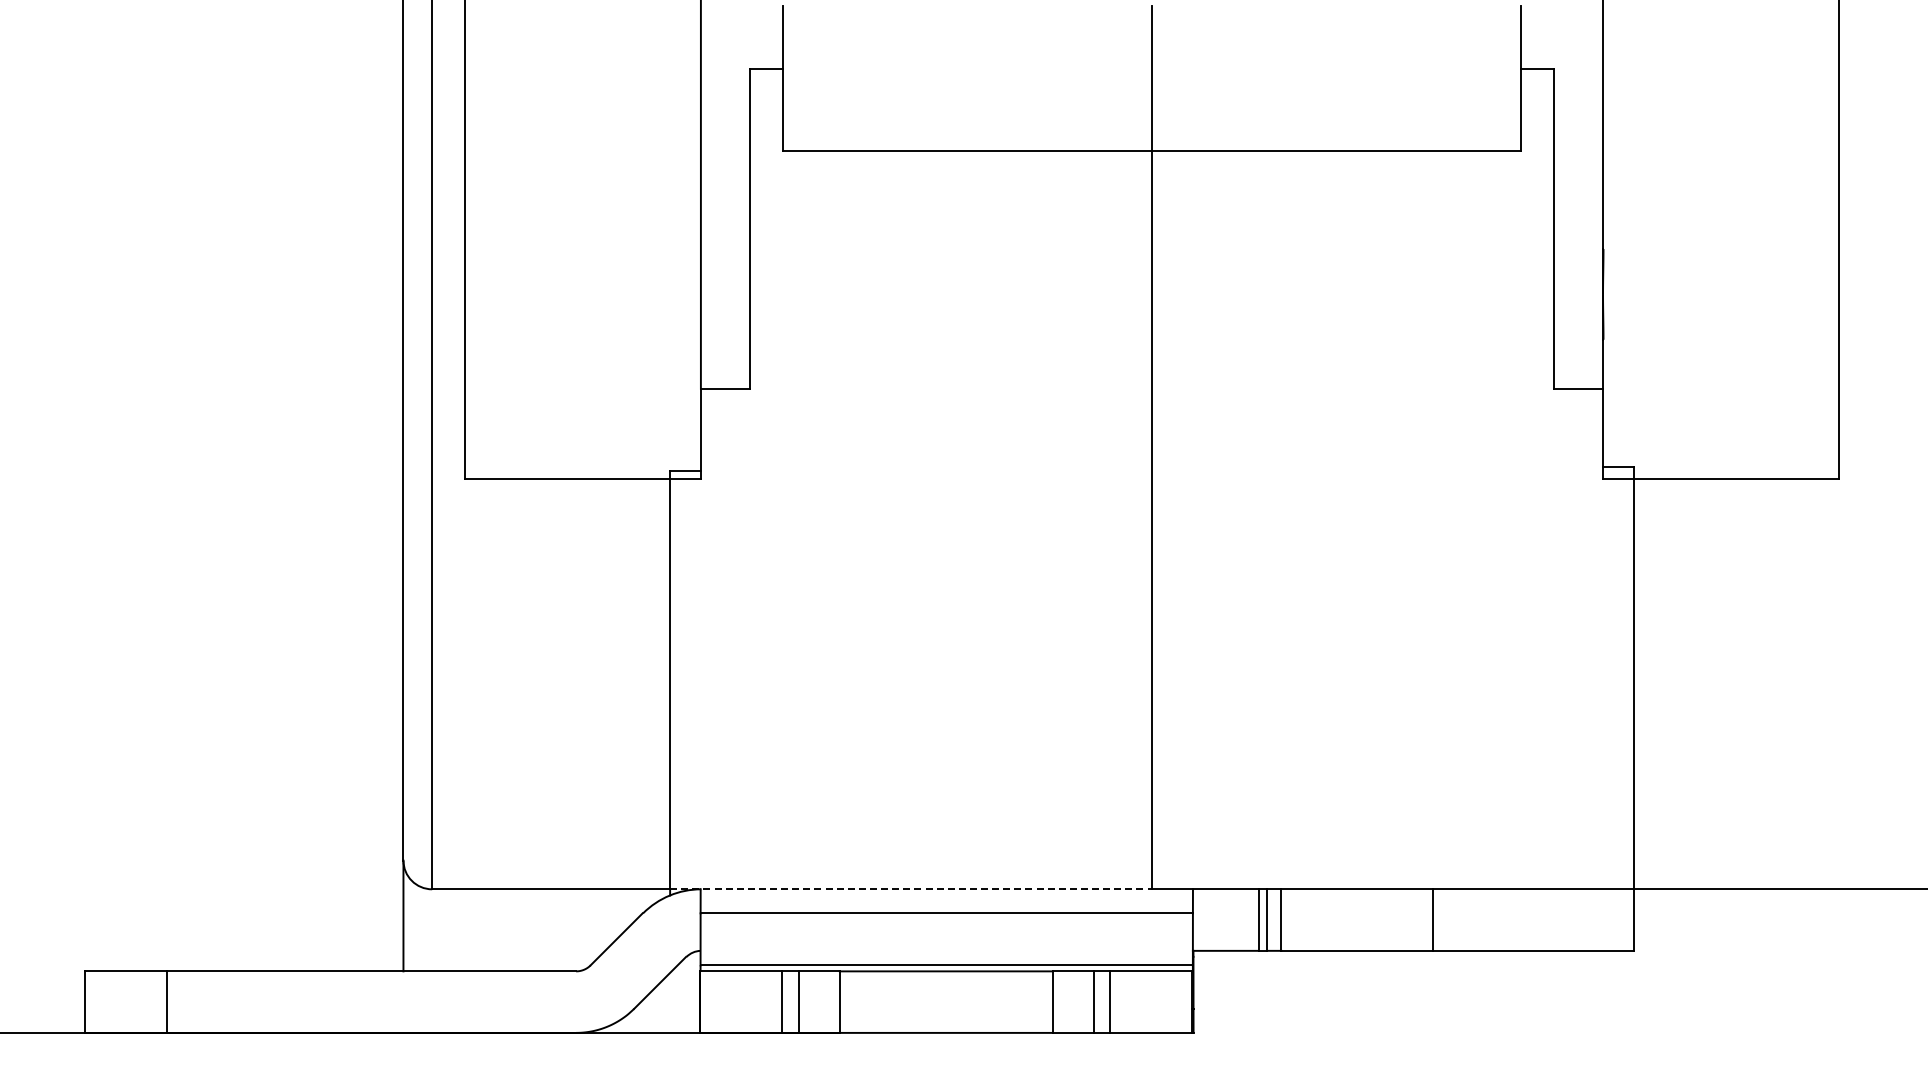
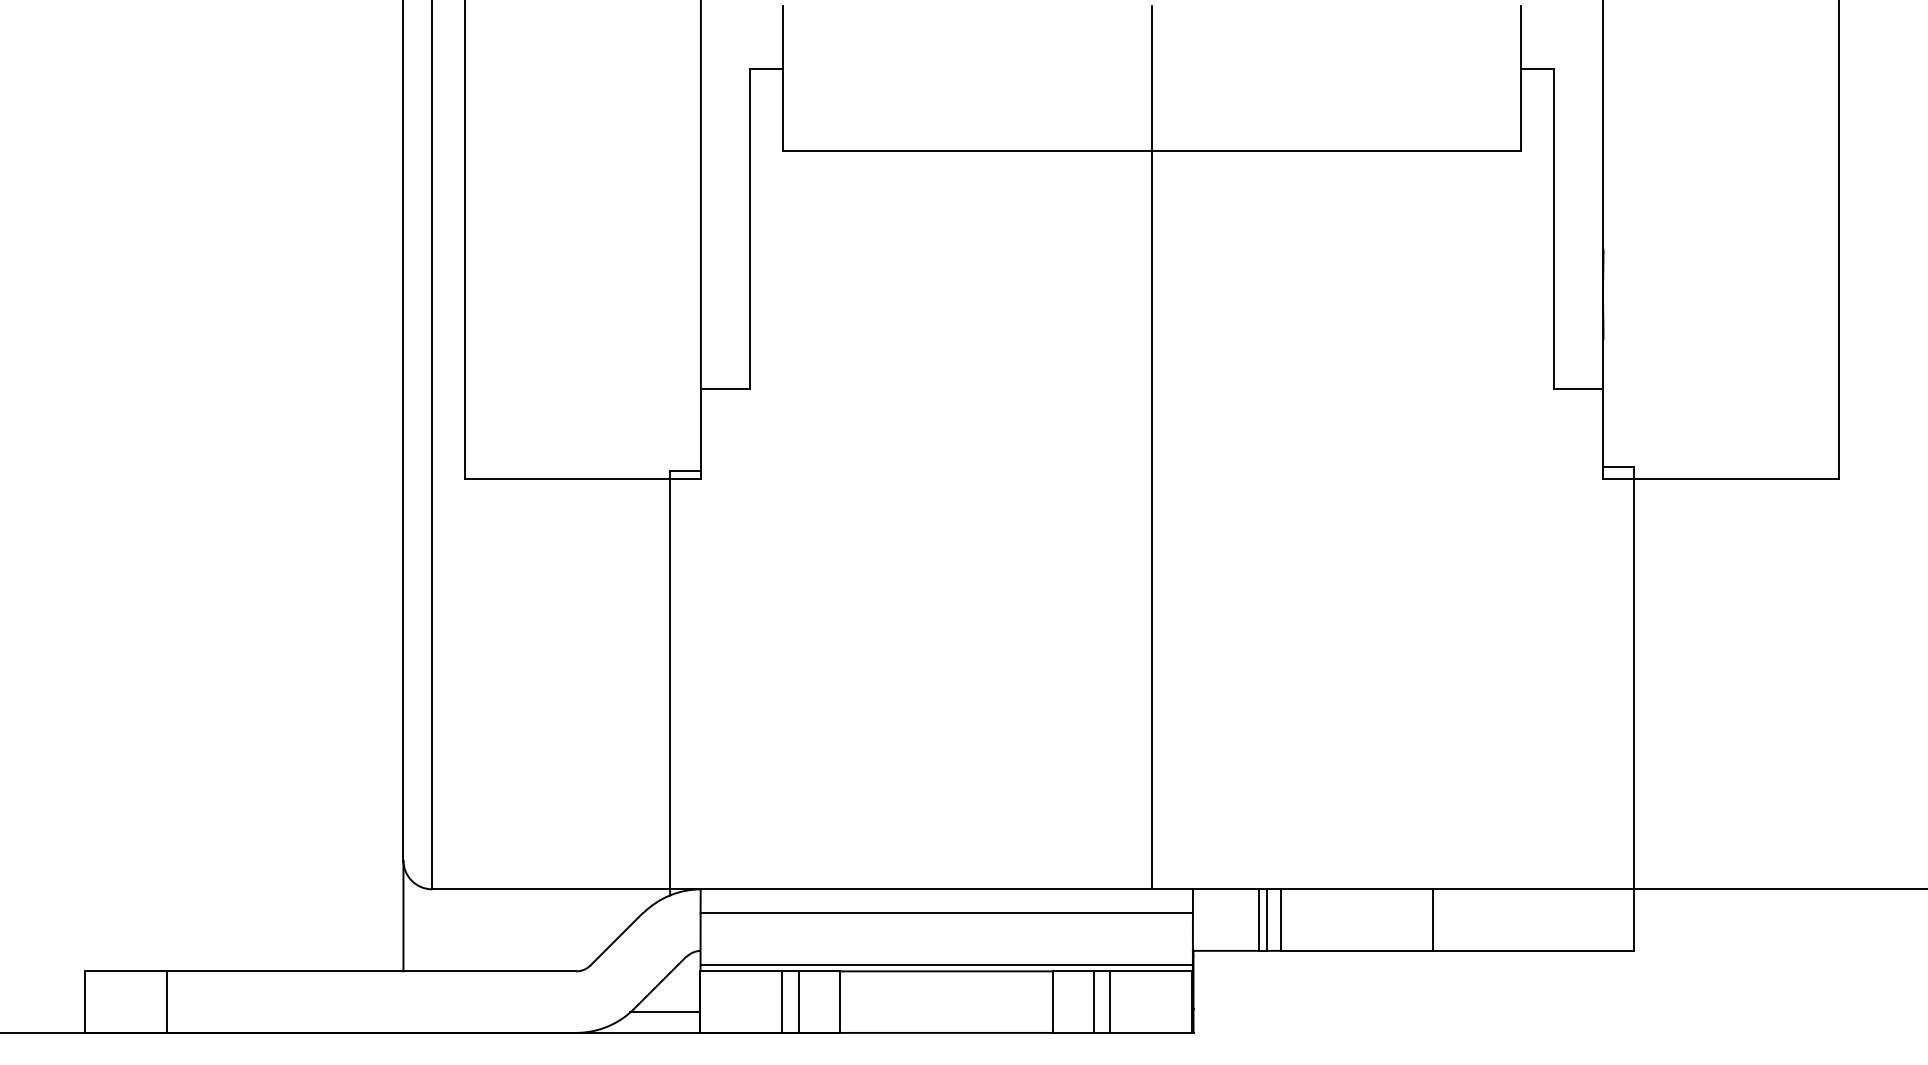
line at (911, 889): dashed -> solid
line at (665, 1012): none -> present
